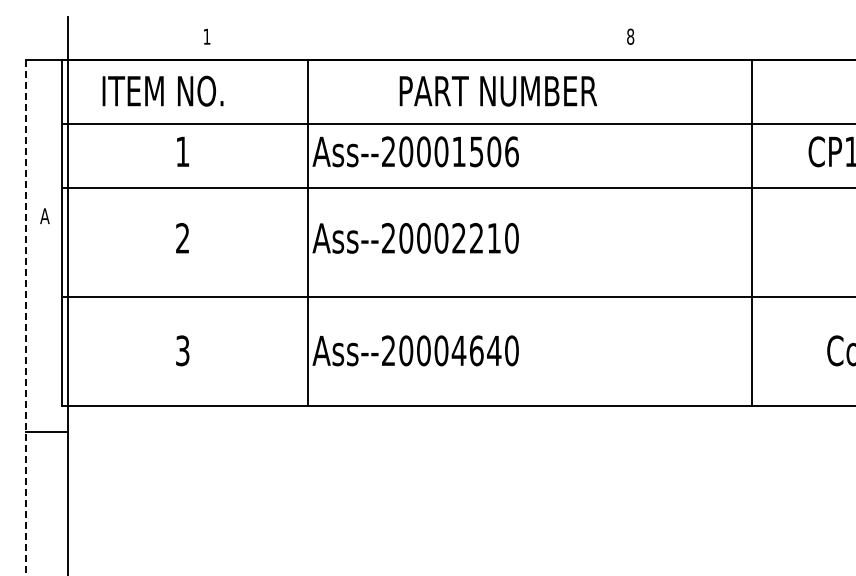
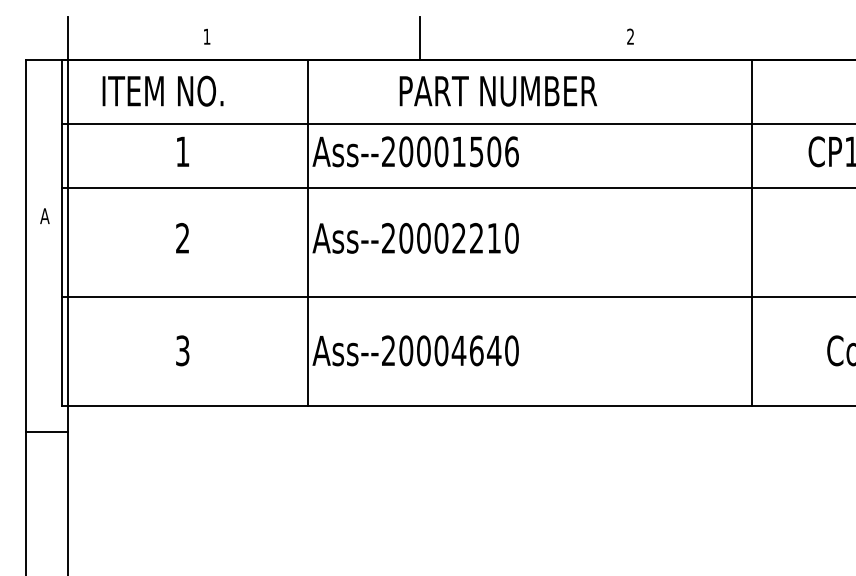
text at (630, 36): 8 -> 2
line at (419, 38): none -> present
line at (25, 318): dashed -> solid
